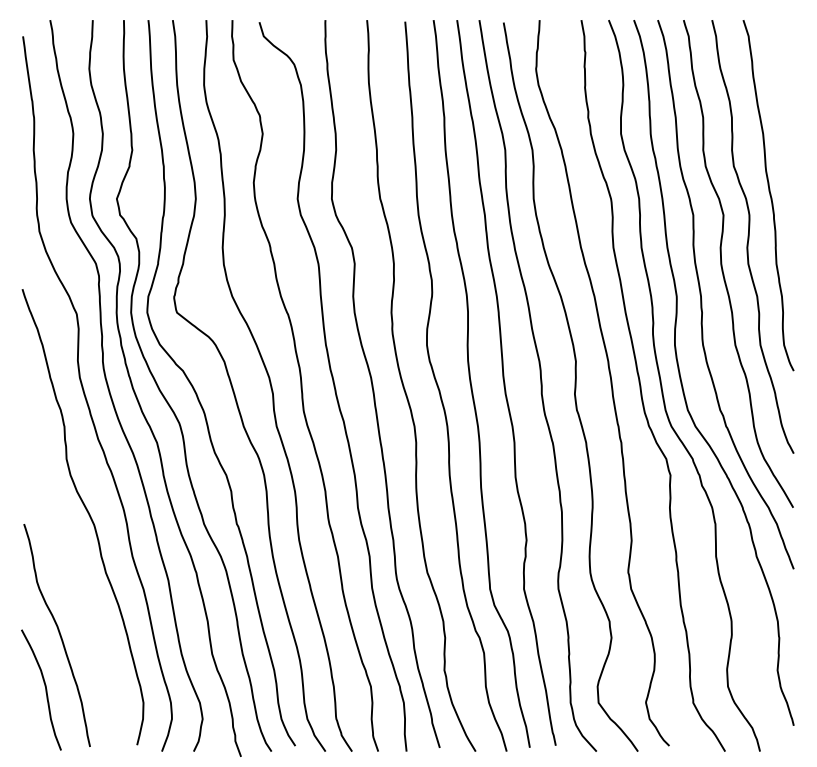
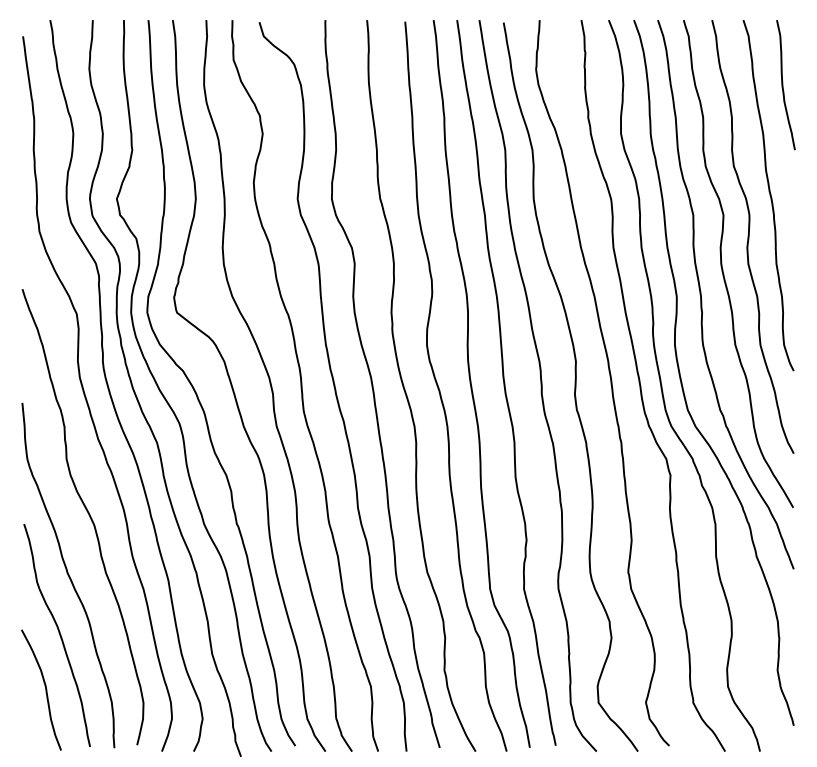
curve at (783, 85): none -> present
curve at (68, 575): none -> present
